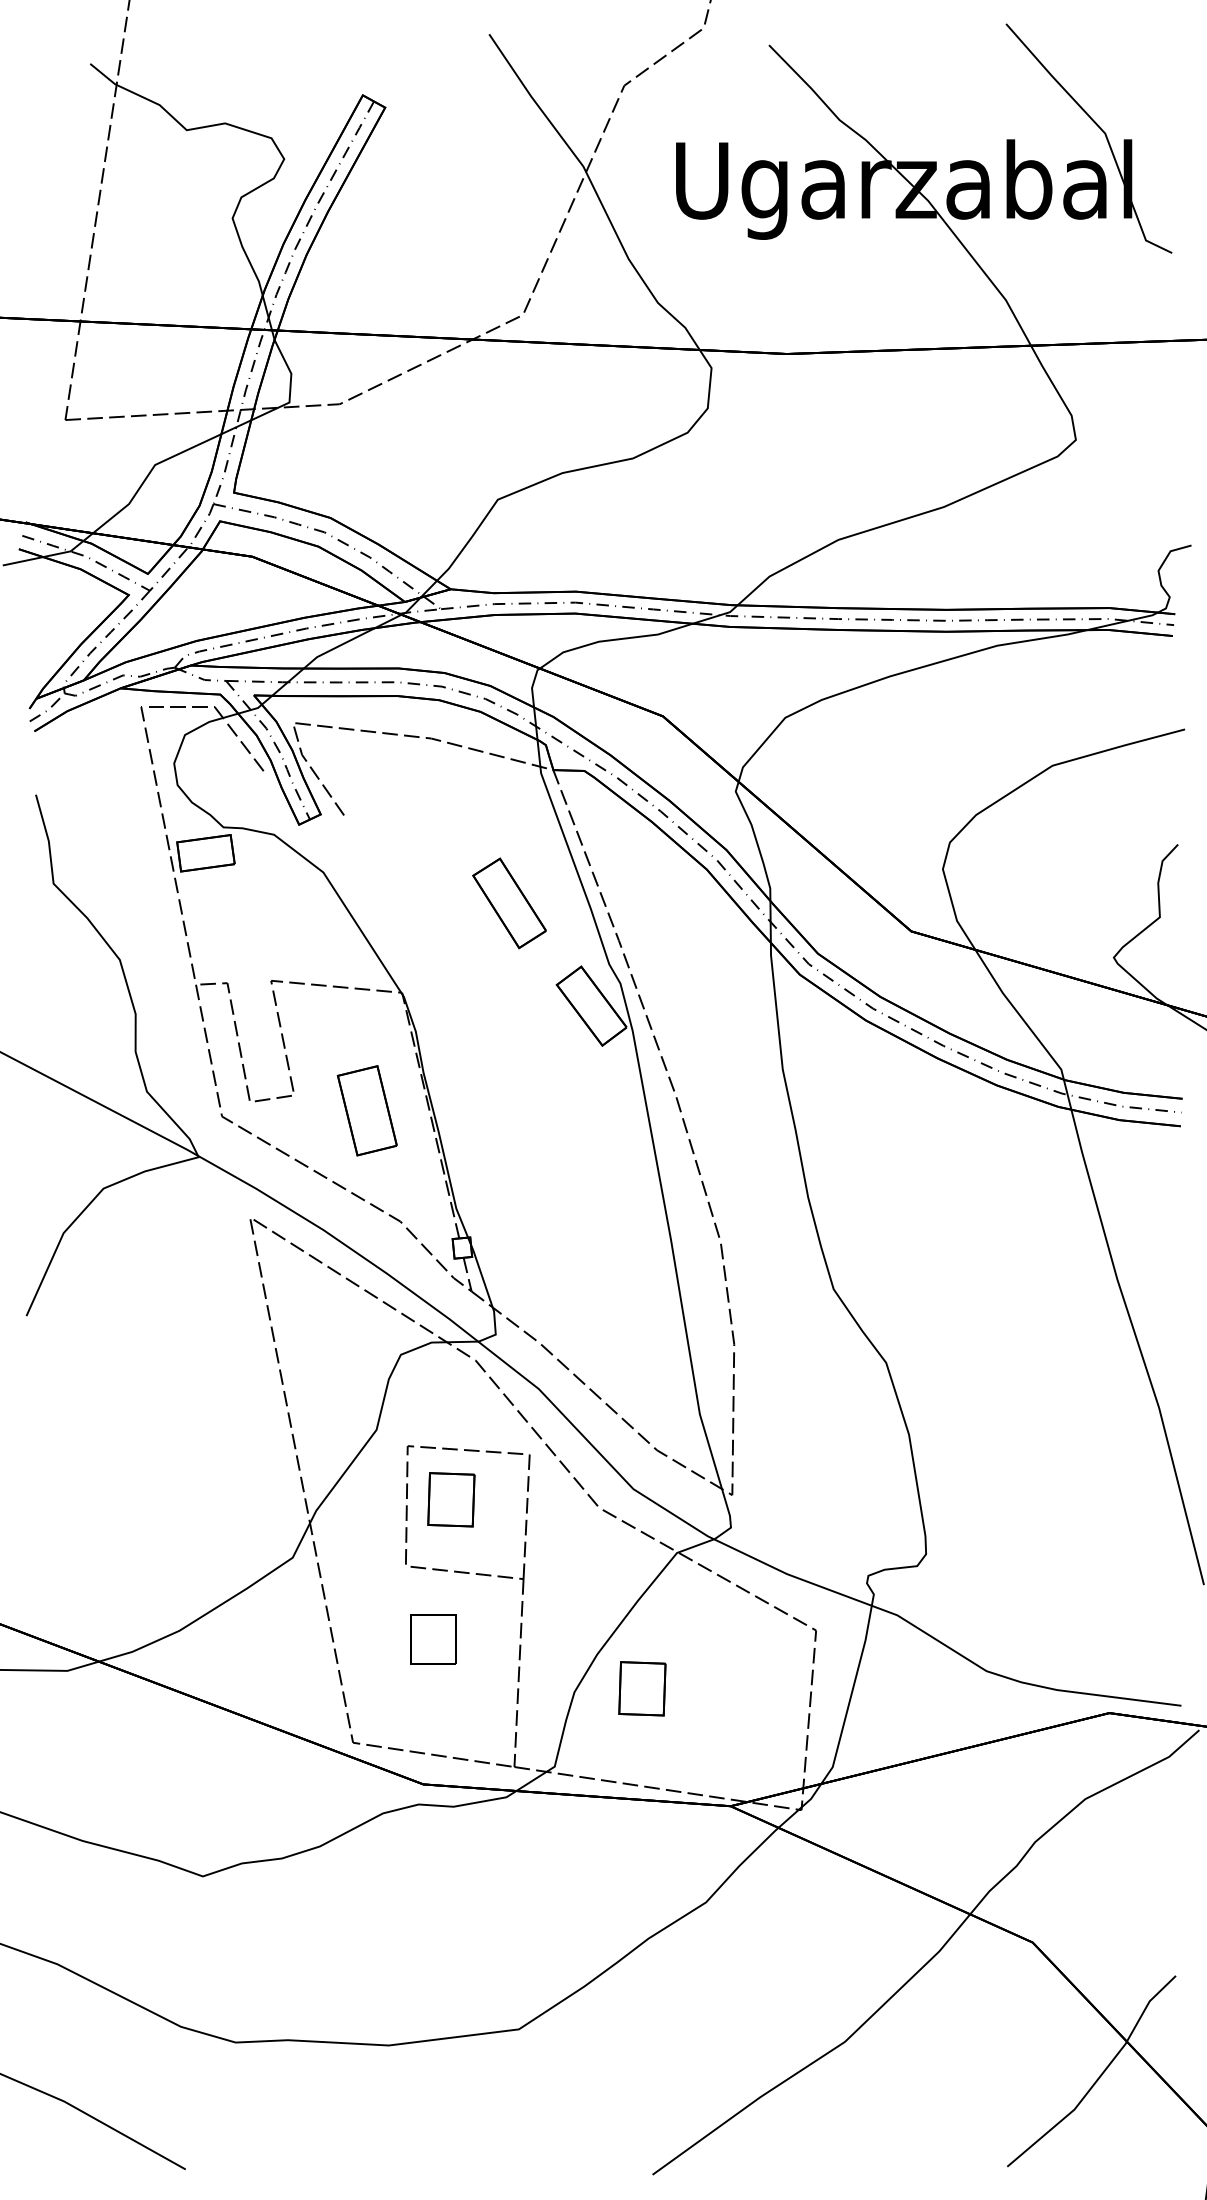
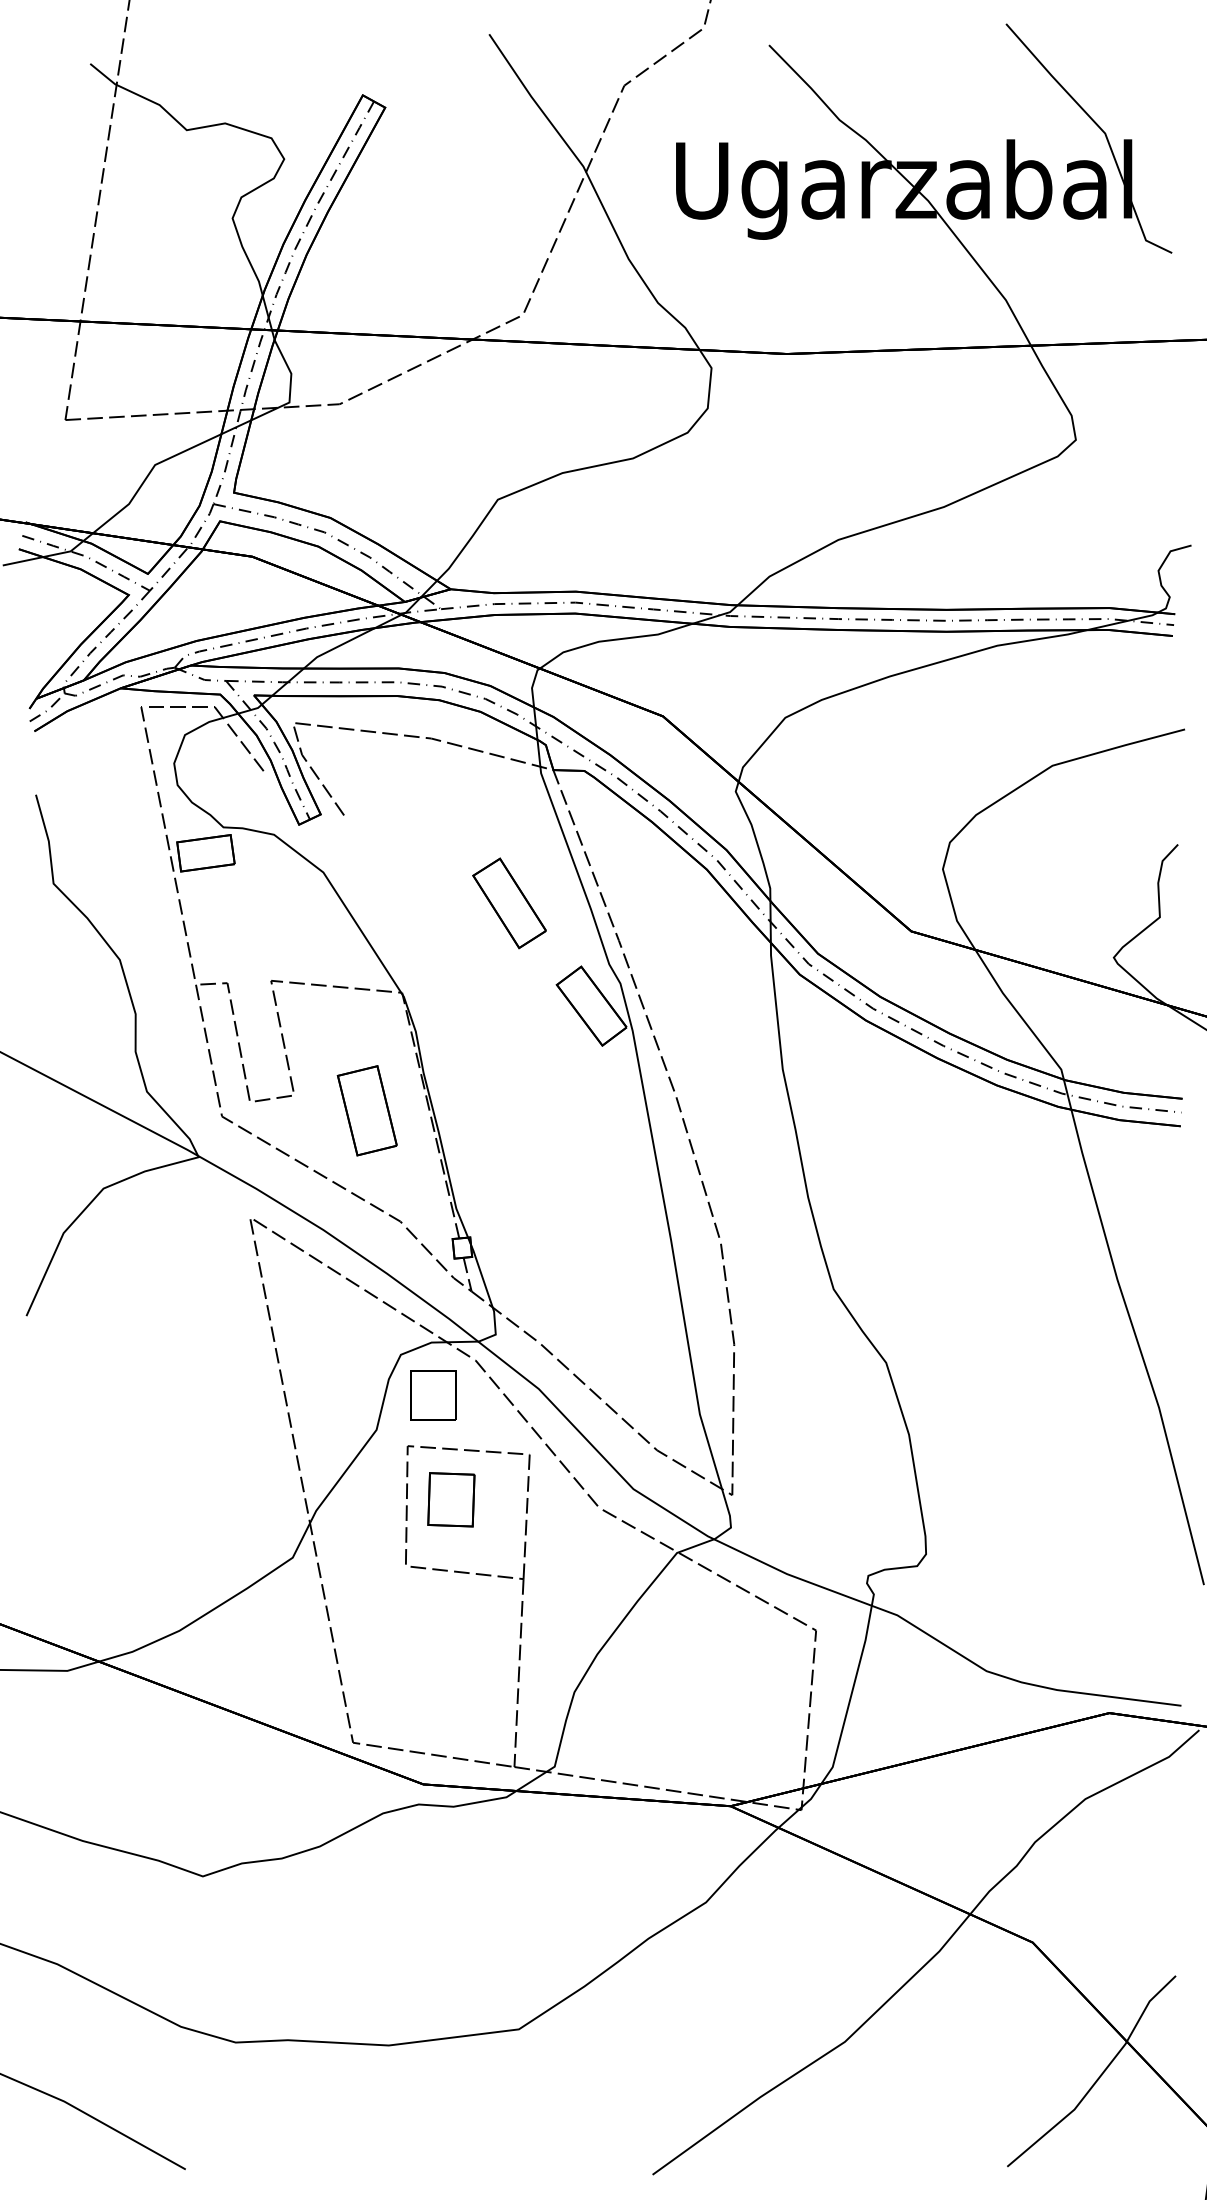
part at (433, 1639) position: (433, 1639) -> (433, 1395)
part at (642, 1688): present -> none
